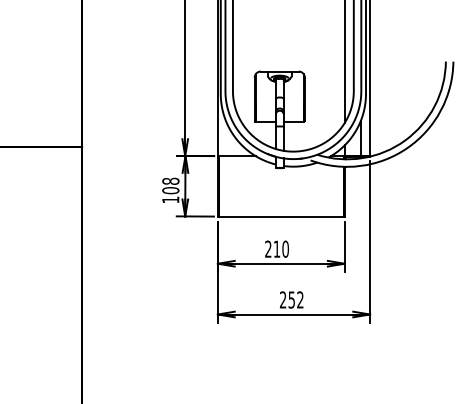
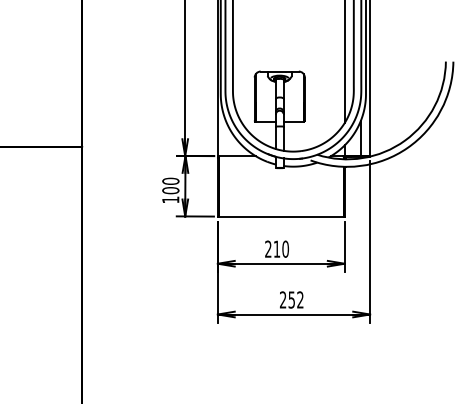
text at (170, 180): 108 -> 100
